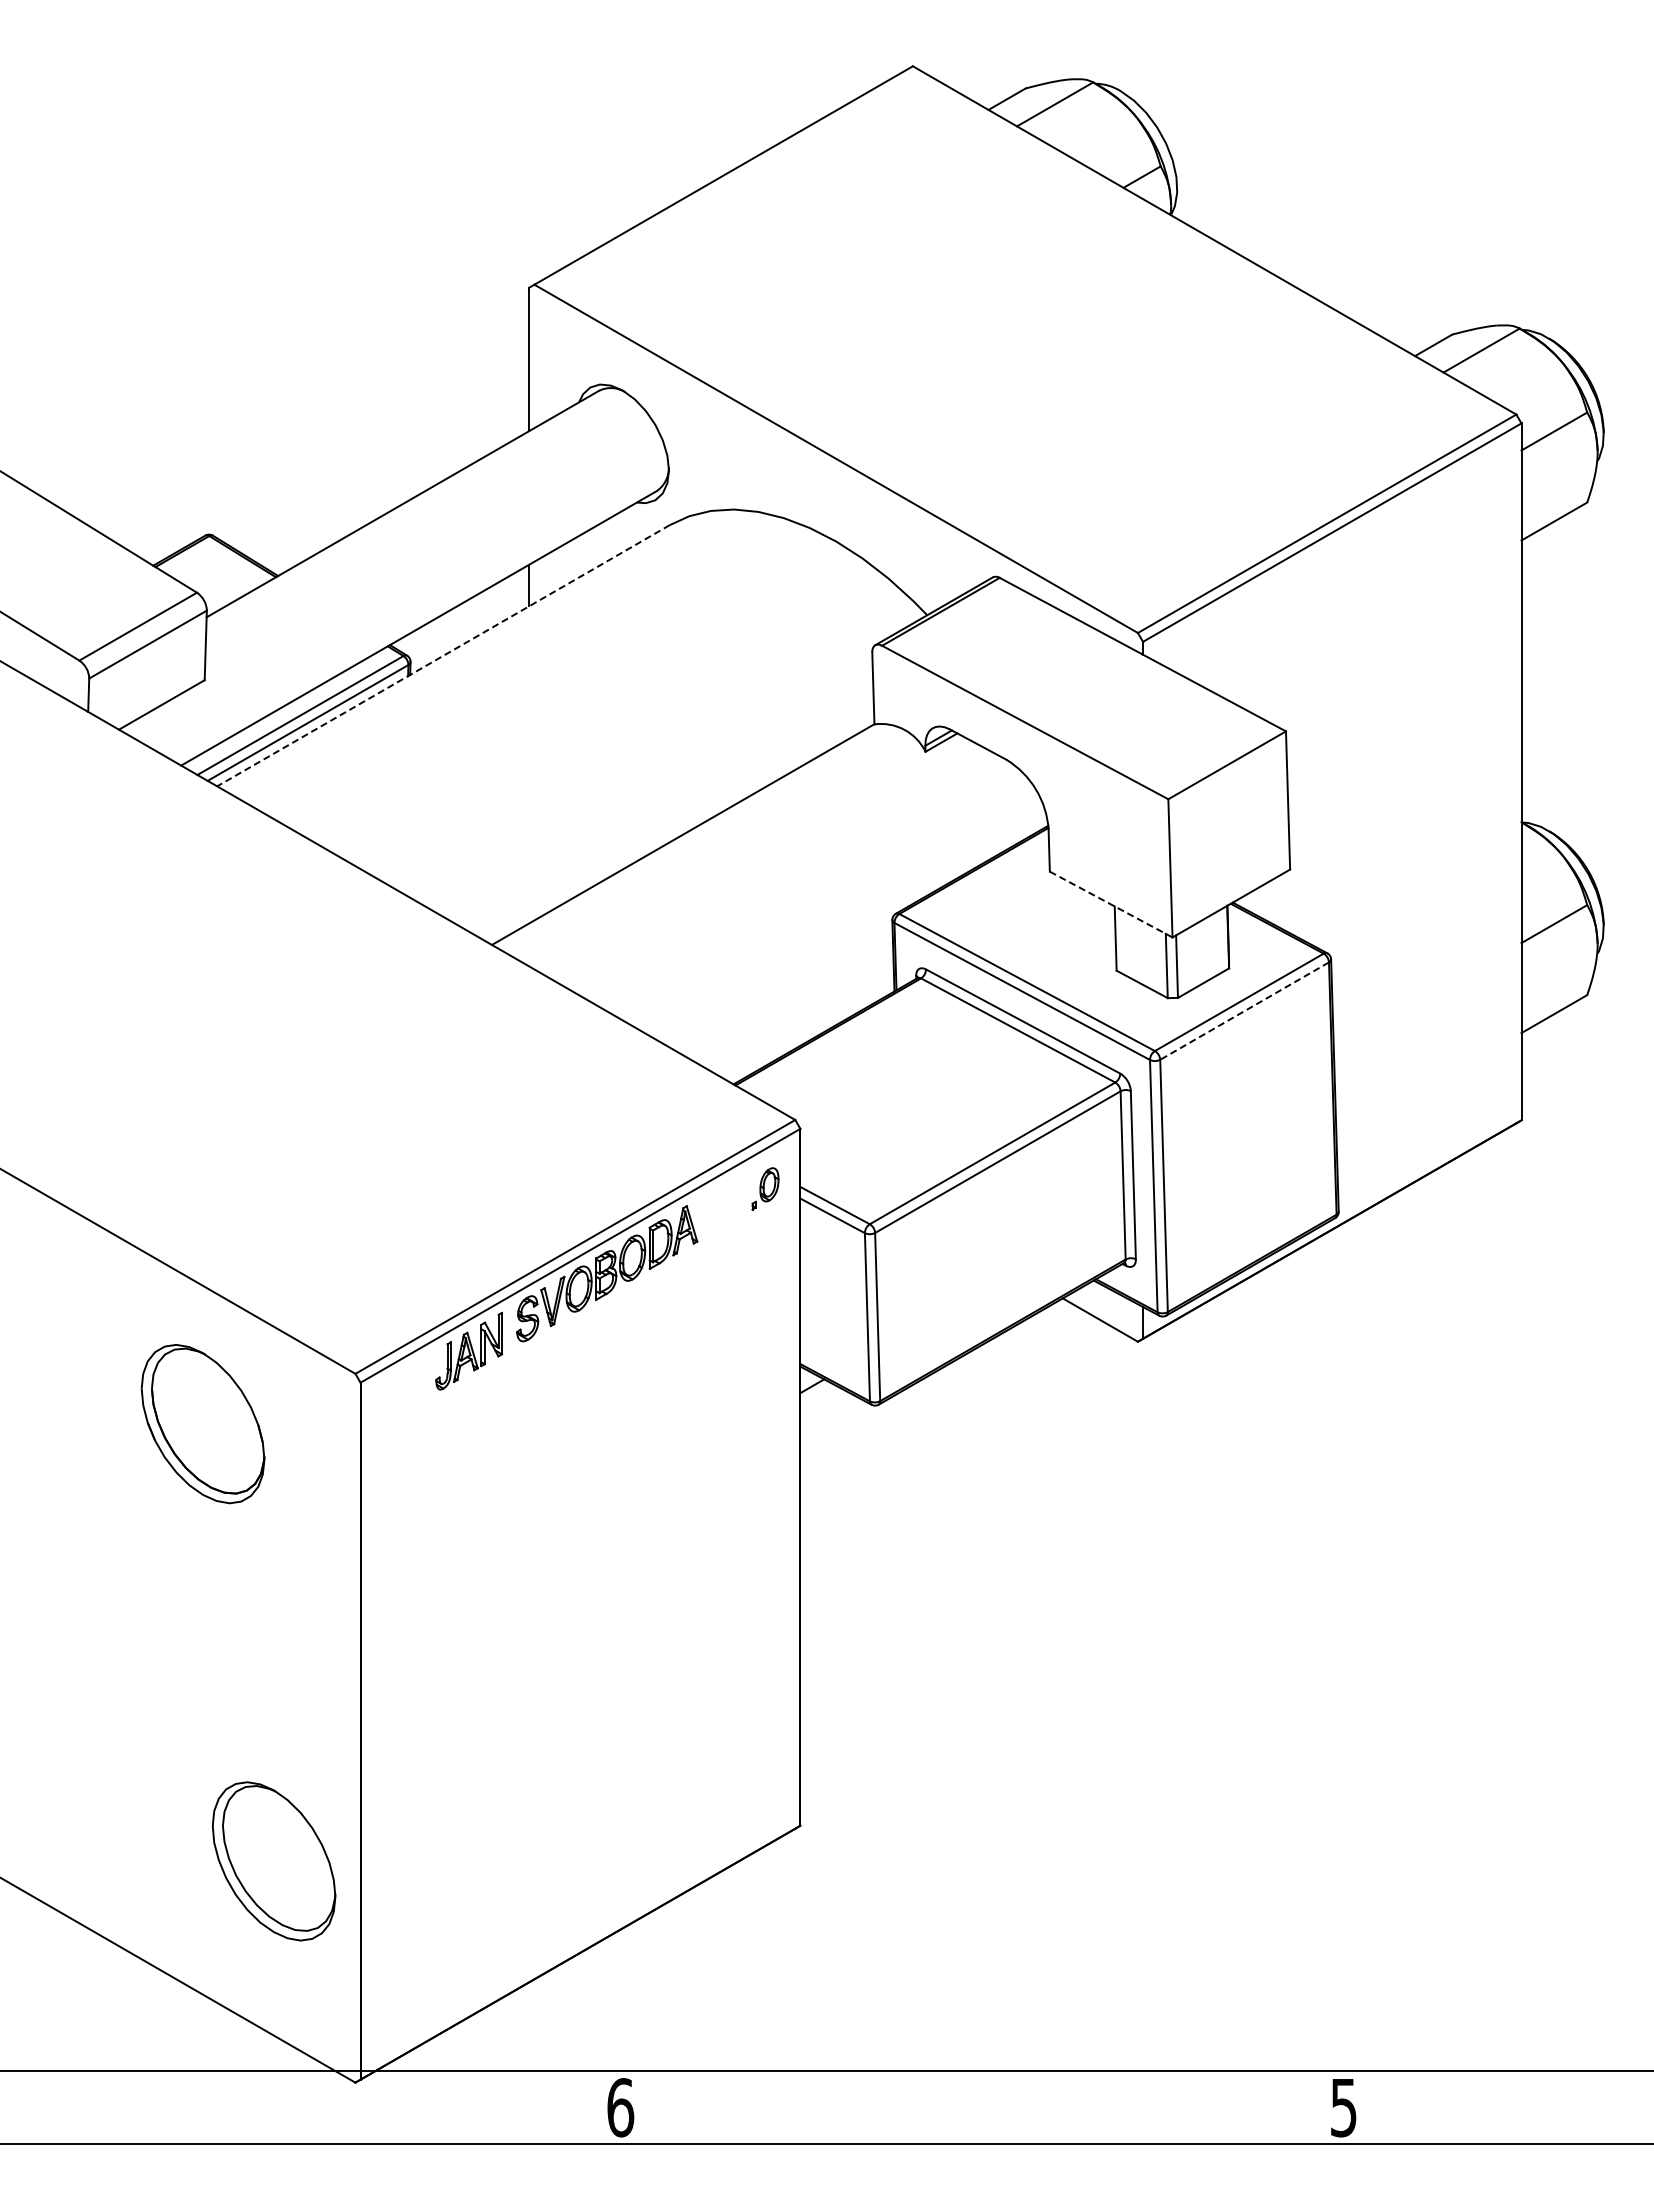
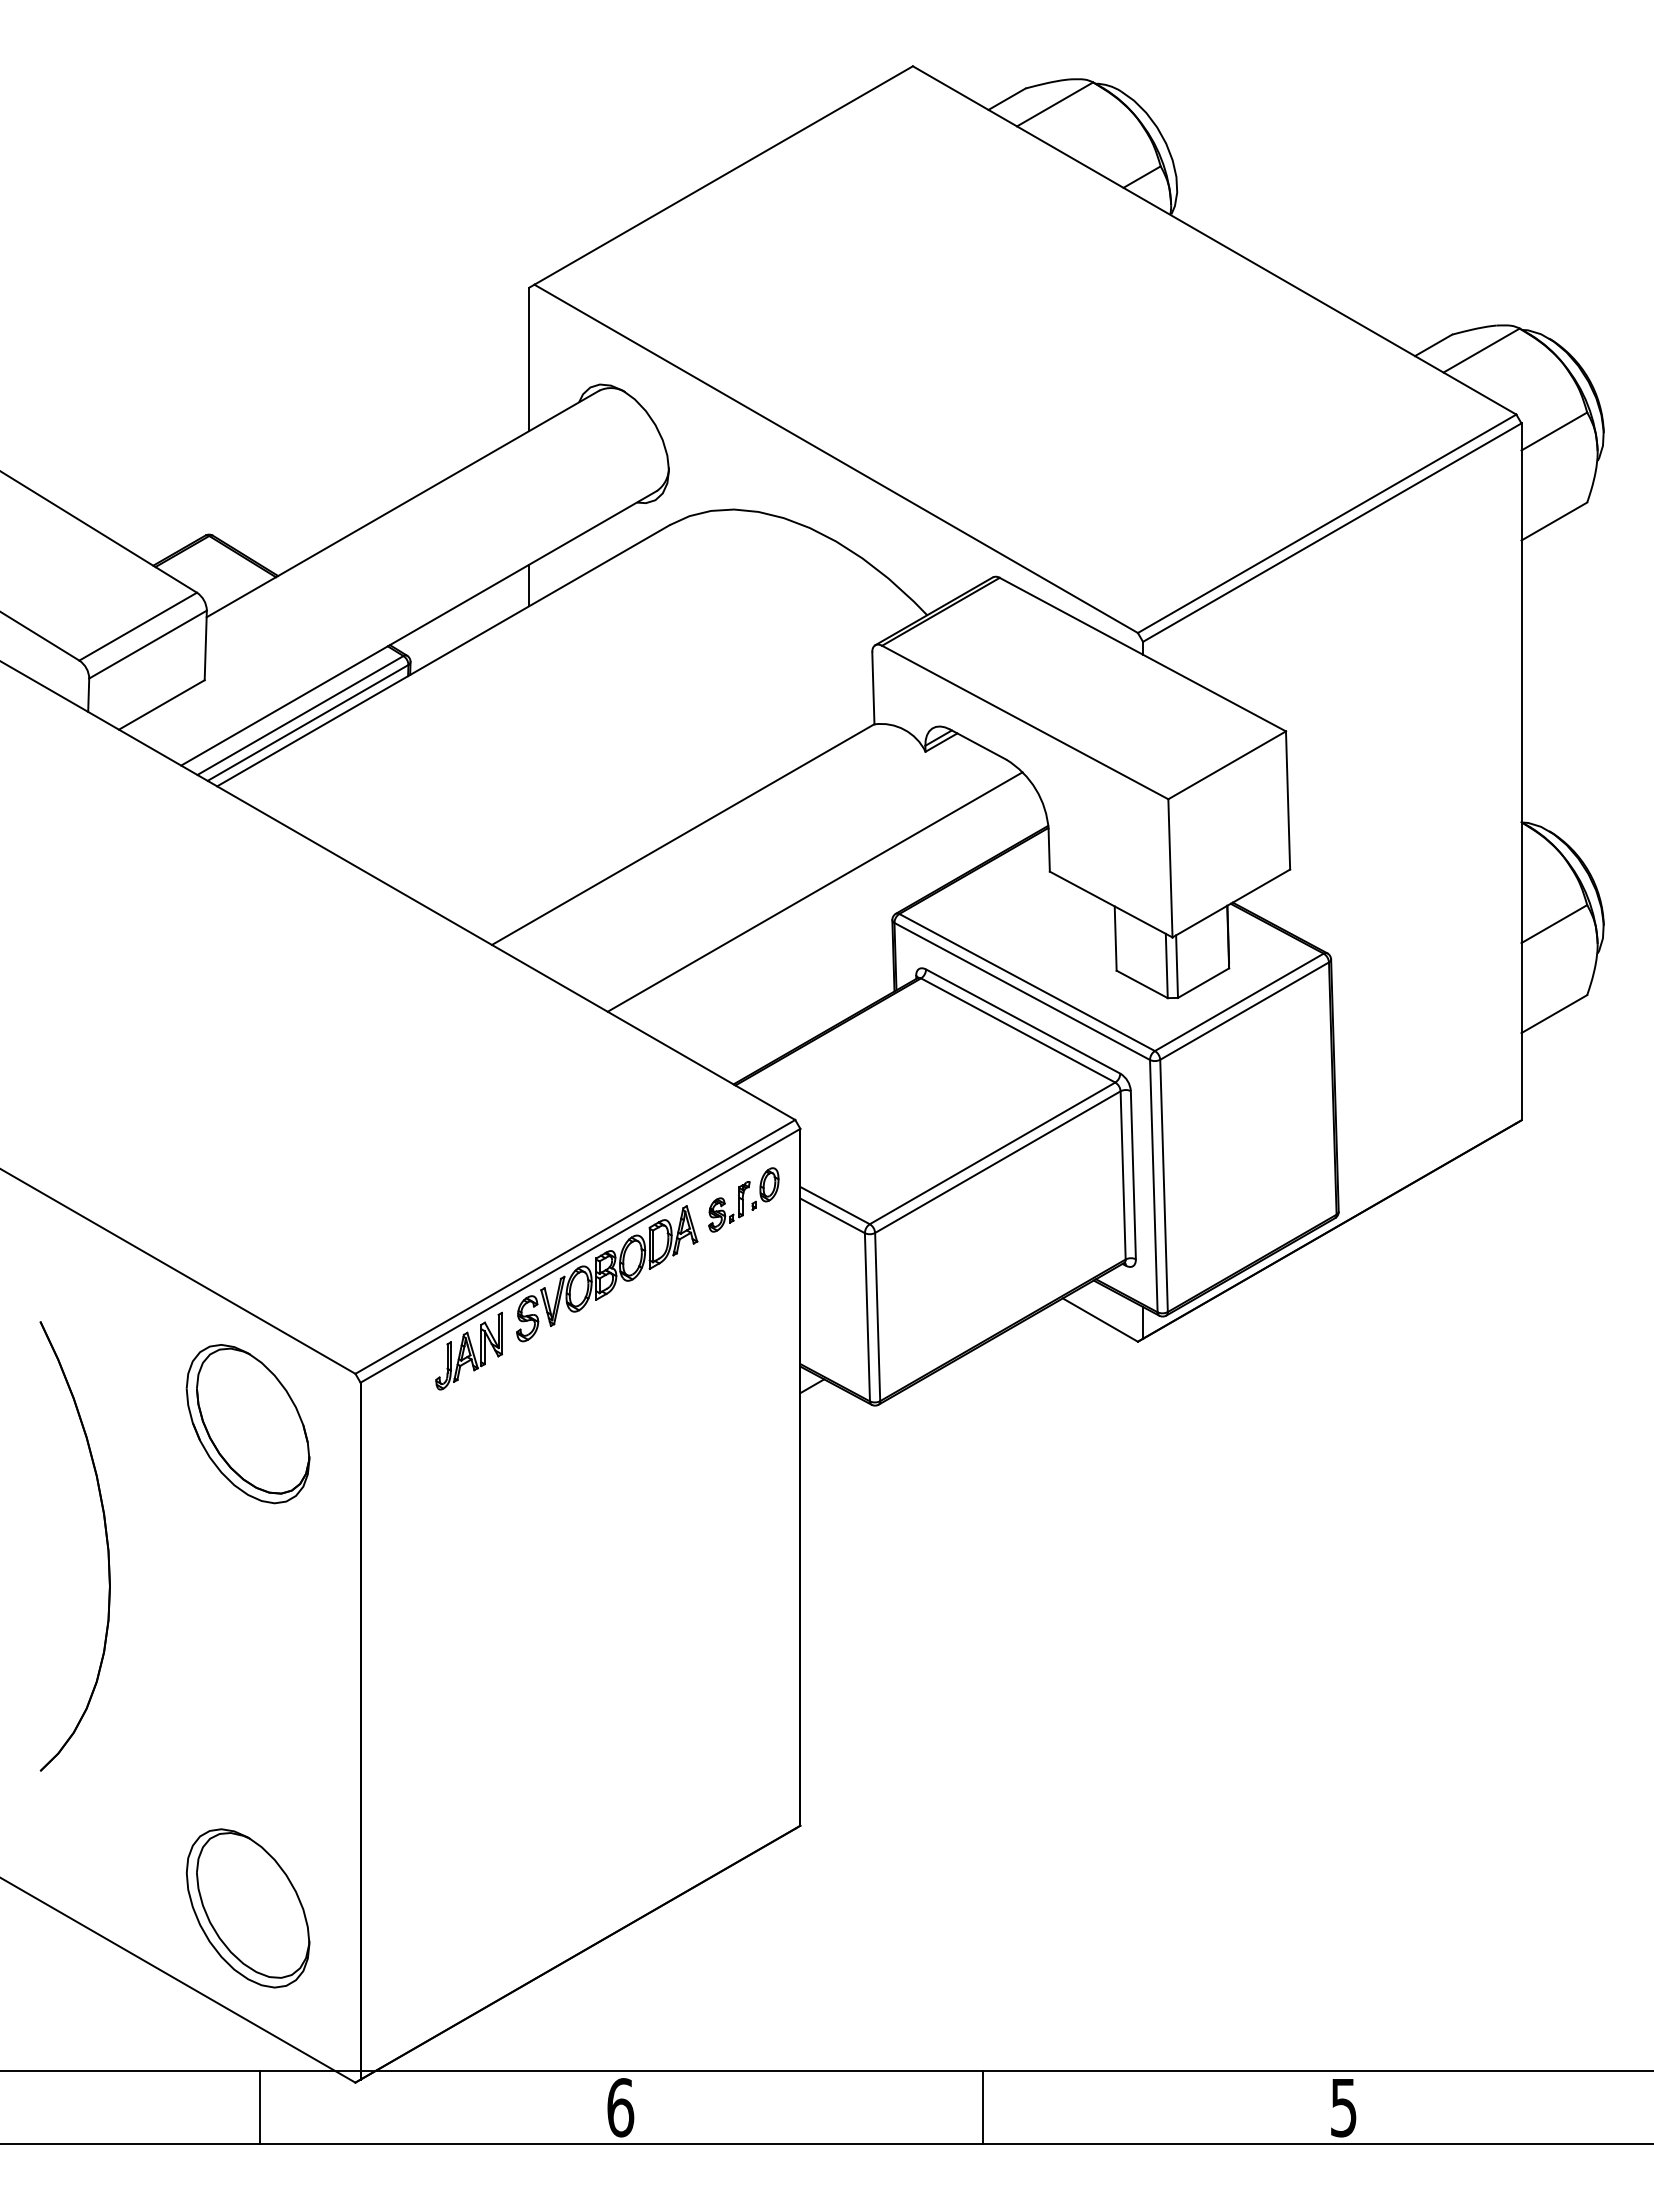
line at (443, 655): dashed -> solid
line at (814, 891): none -> present
line at (1111, 904): dashed -> solid
line at (1244, 1011): dashed -> solid
part at (729, 1206): none -> present
part at (202, 1424) position: (202, 1424) -> (247, 1424)
part at (106, 1545): none -> present
part at (273, 1861) position: (273, 1861) -> (247, 1908)
line at (259, 2107): none -> present
line at (982, 2107): none -> present
